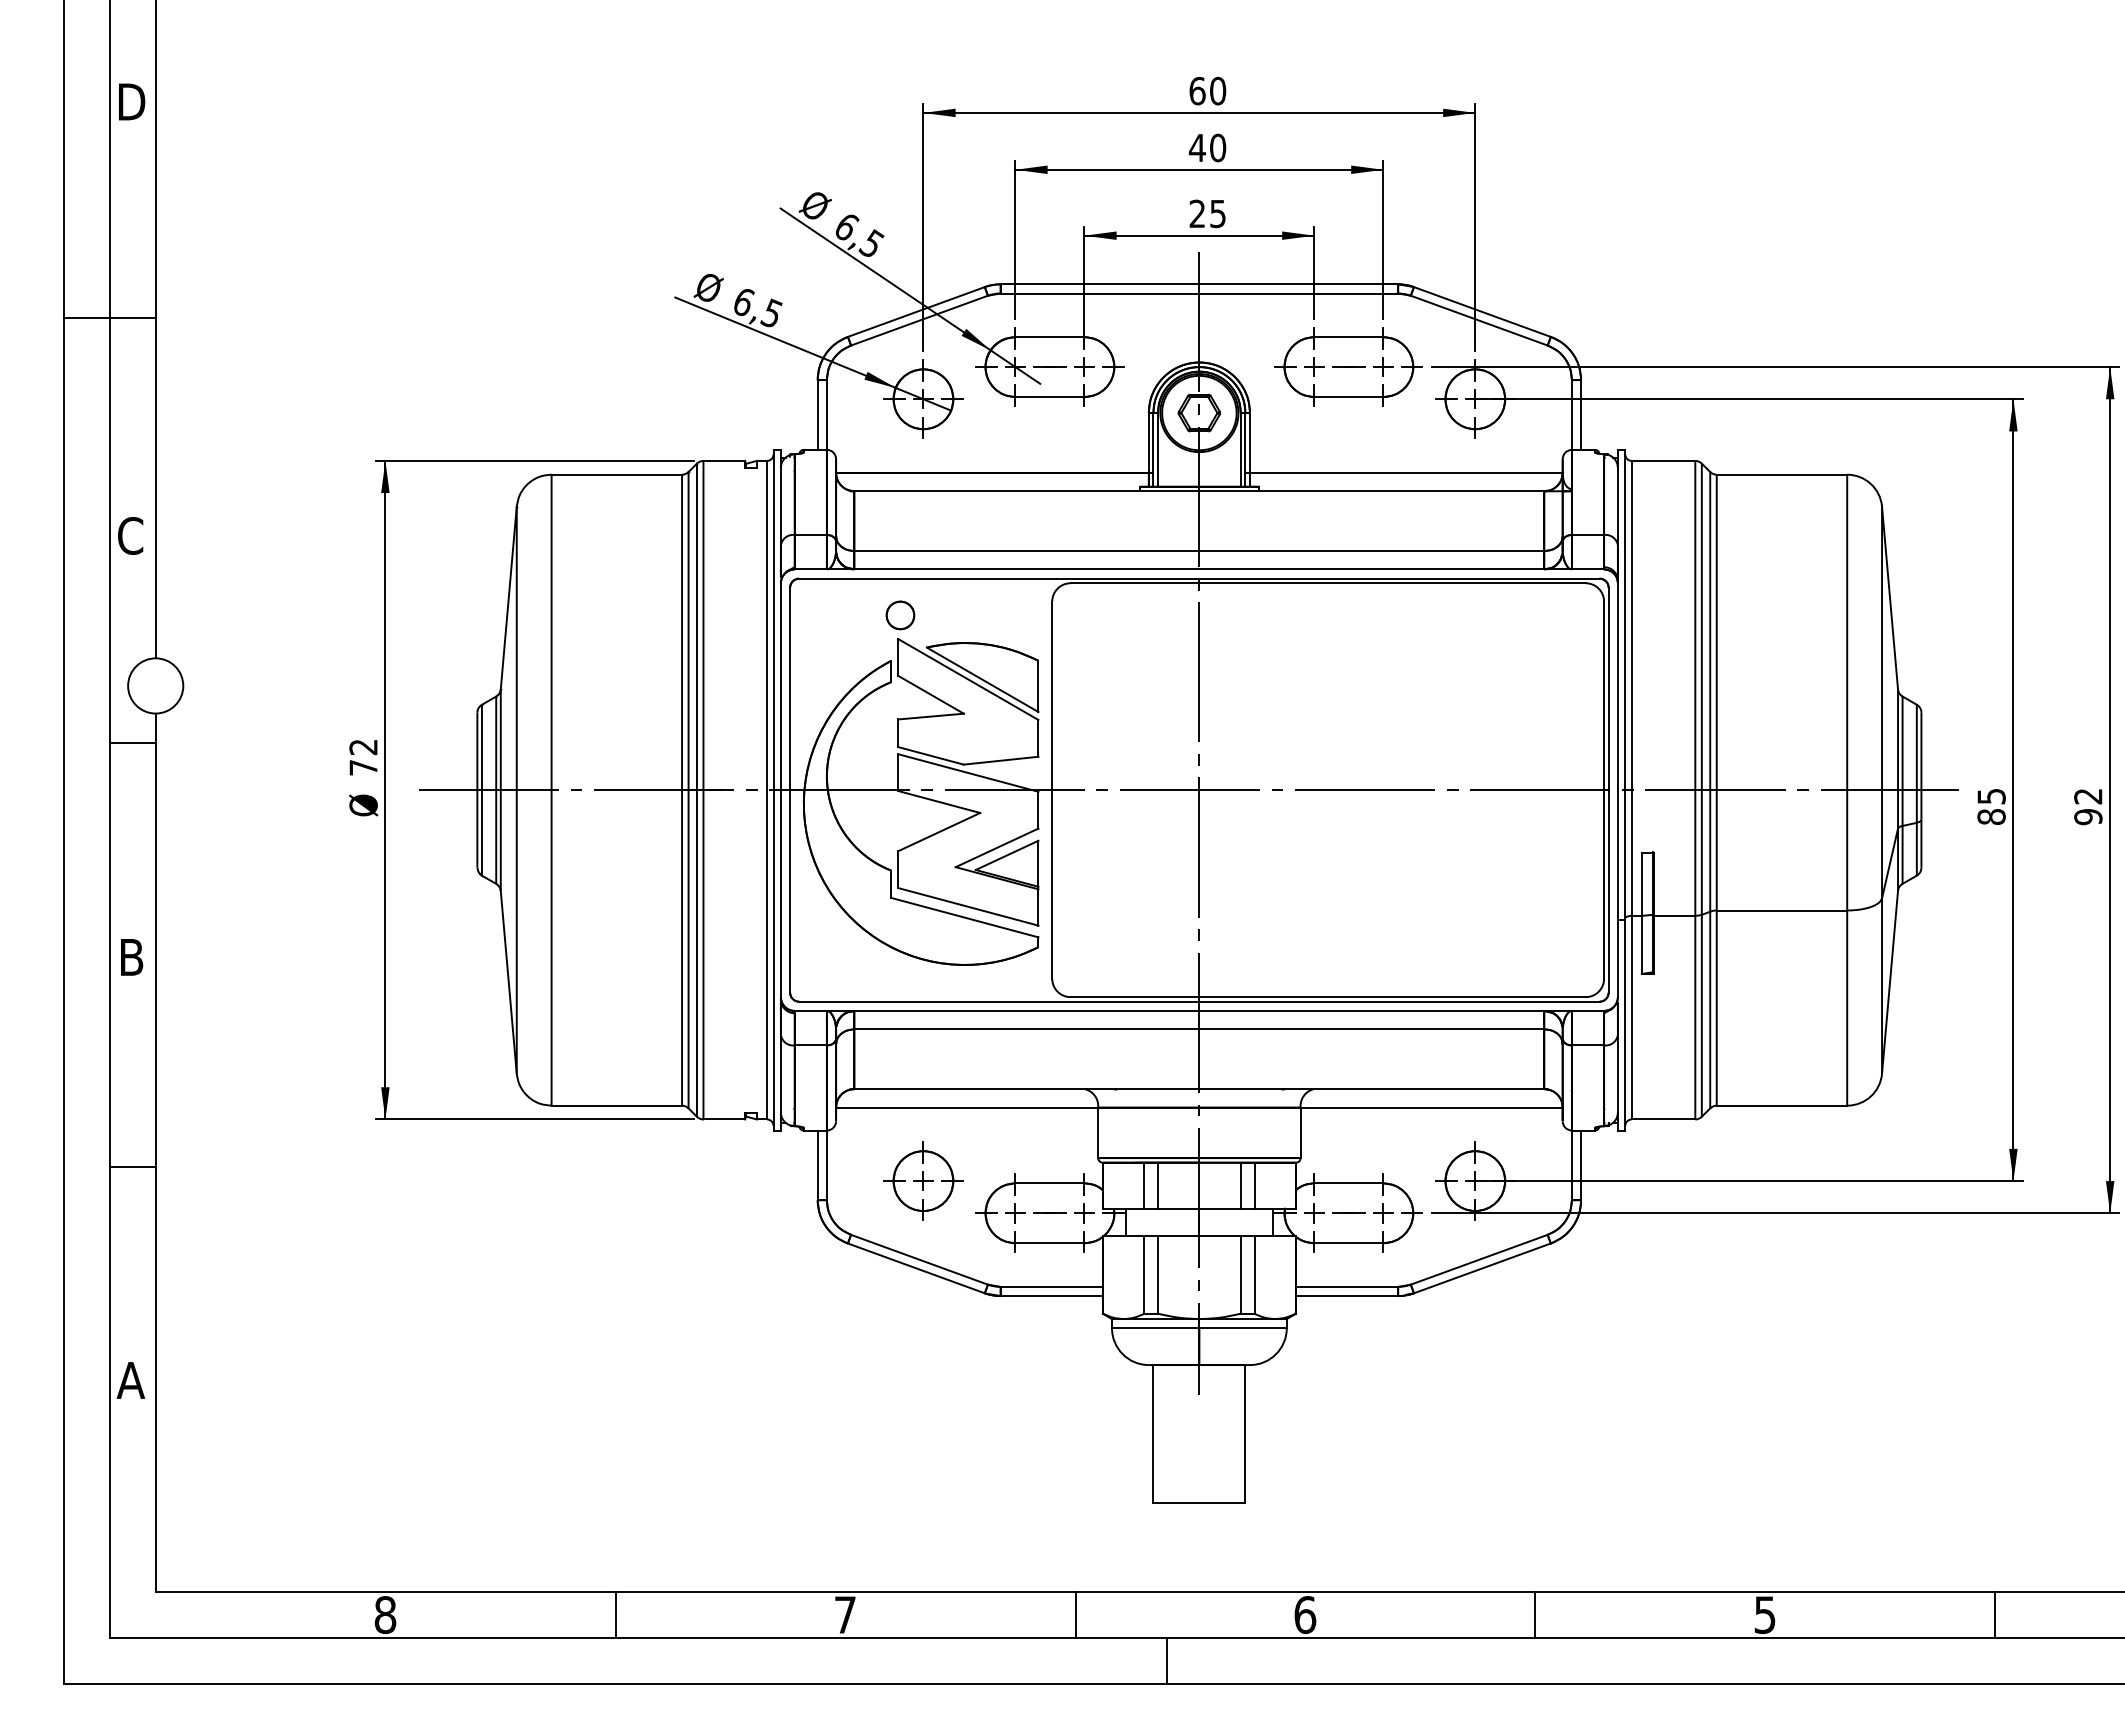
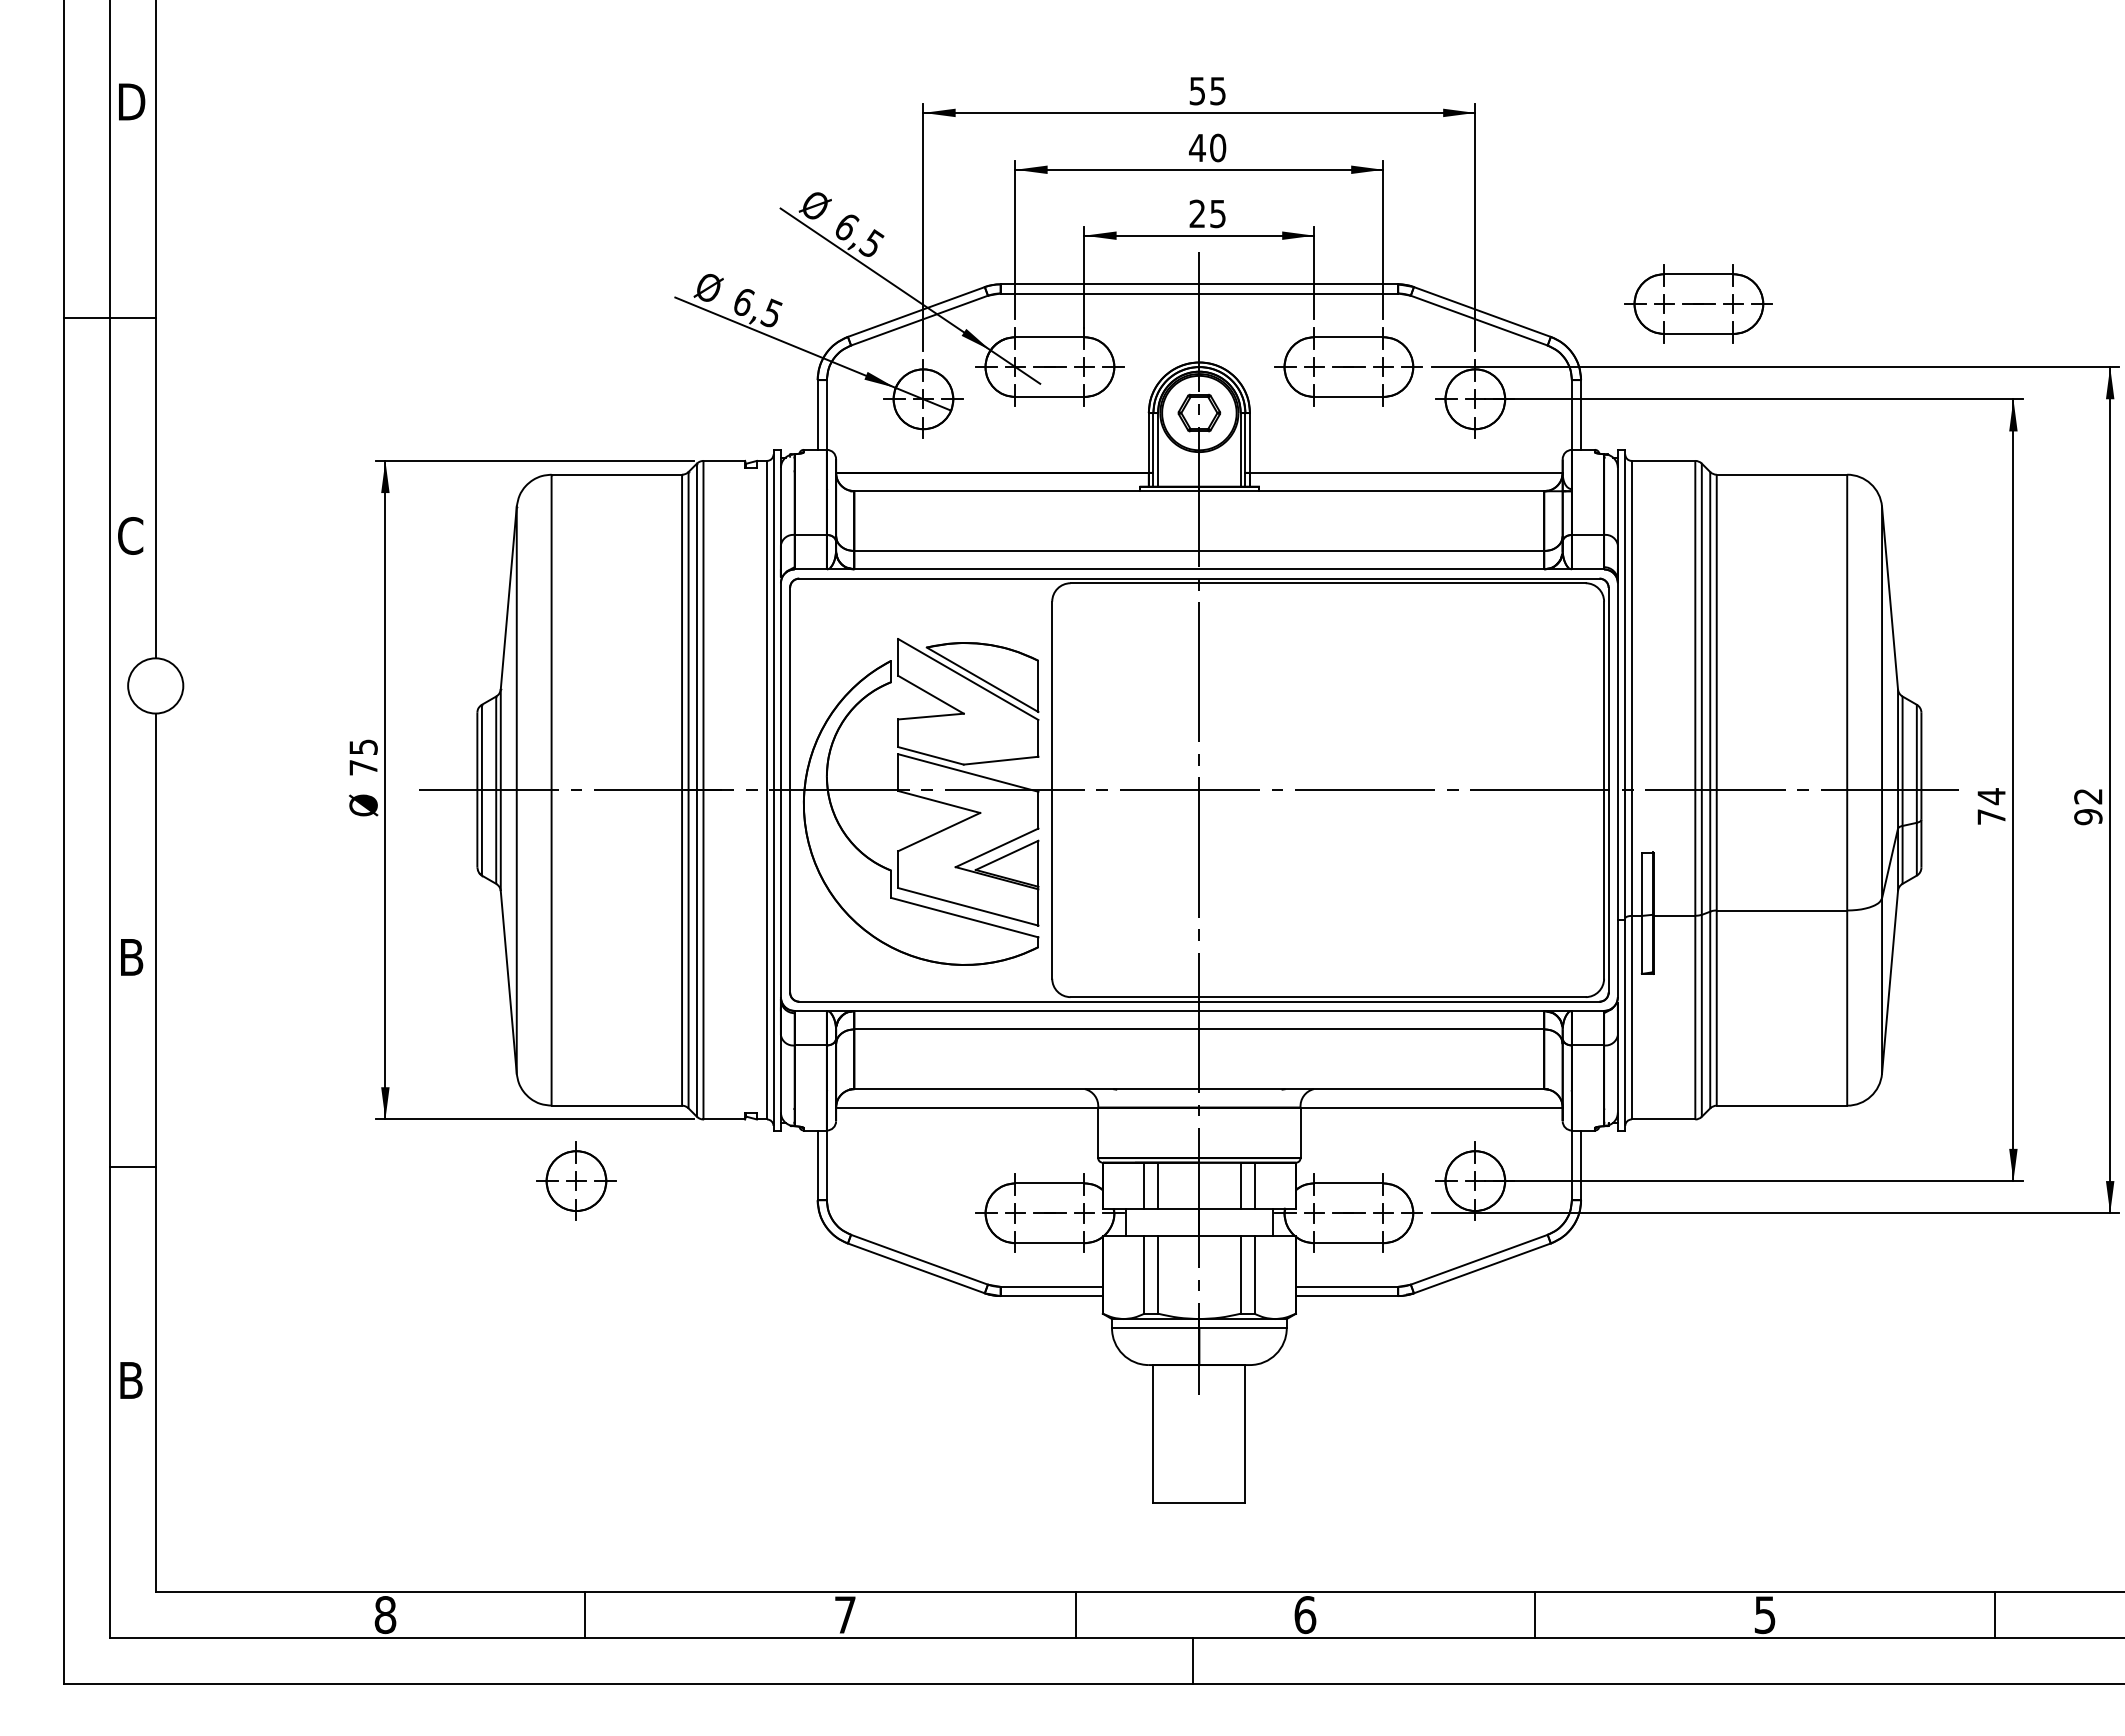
text at (1207, 90): 60 -> 55
part at (1698, 303): none -> present
part at (900, 615): present -> none
line at (132, 742): present -> none
text at (363, 747): 72 -> 75
text at (1991, 806): 85 -> 74
part at (923, 1180) position: (923, 1180) -> (576, 1180)
text at (130, 1380): A -> B
line at (615, 1614) position: (615, 1614) -> (584, 1614)
line at (1167, 1660) position: (1167, 1660) -> (1193, 1660)
